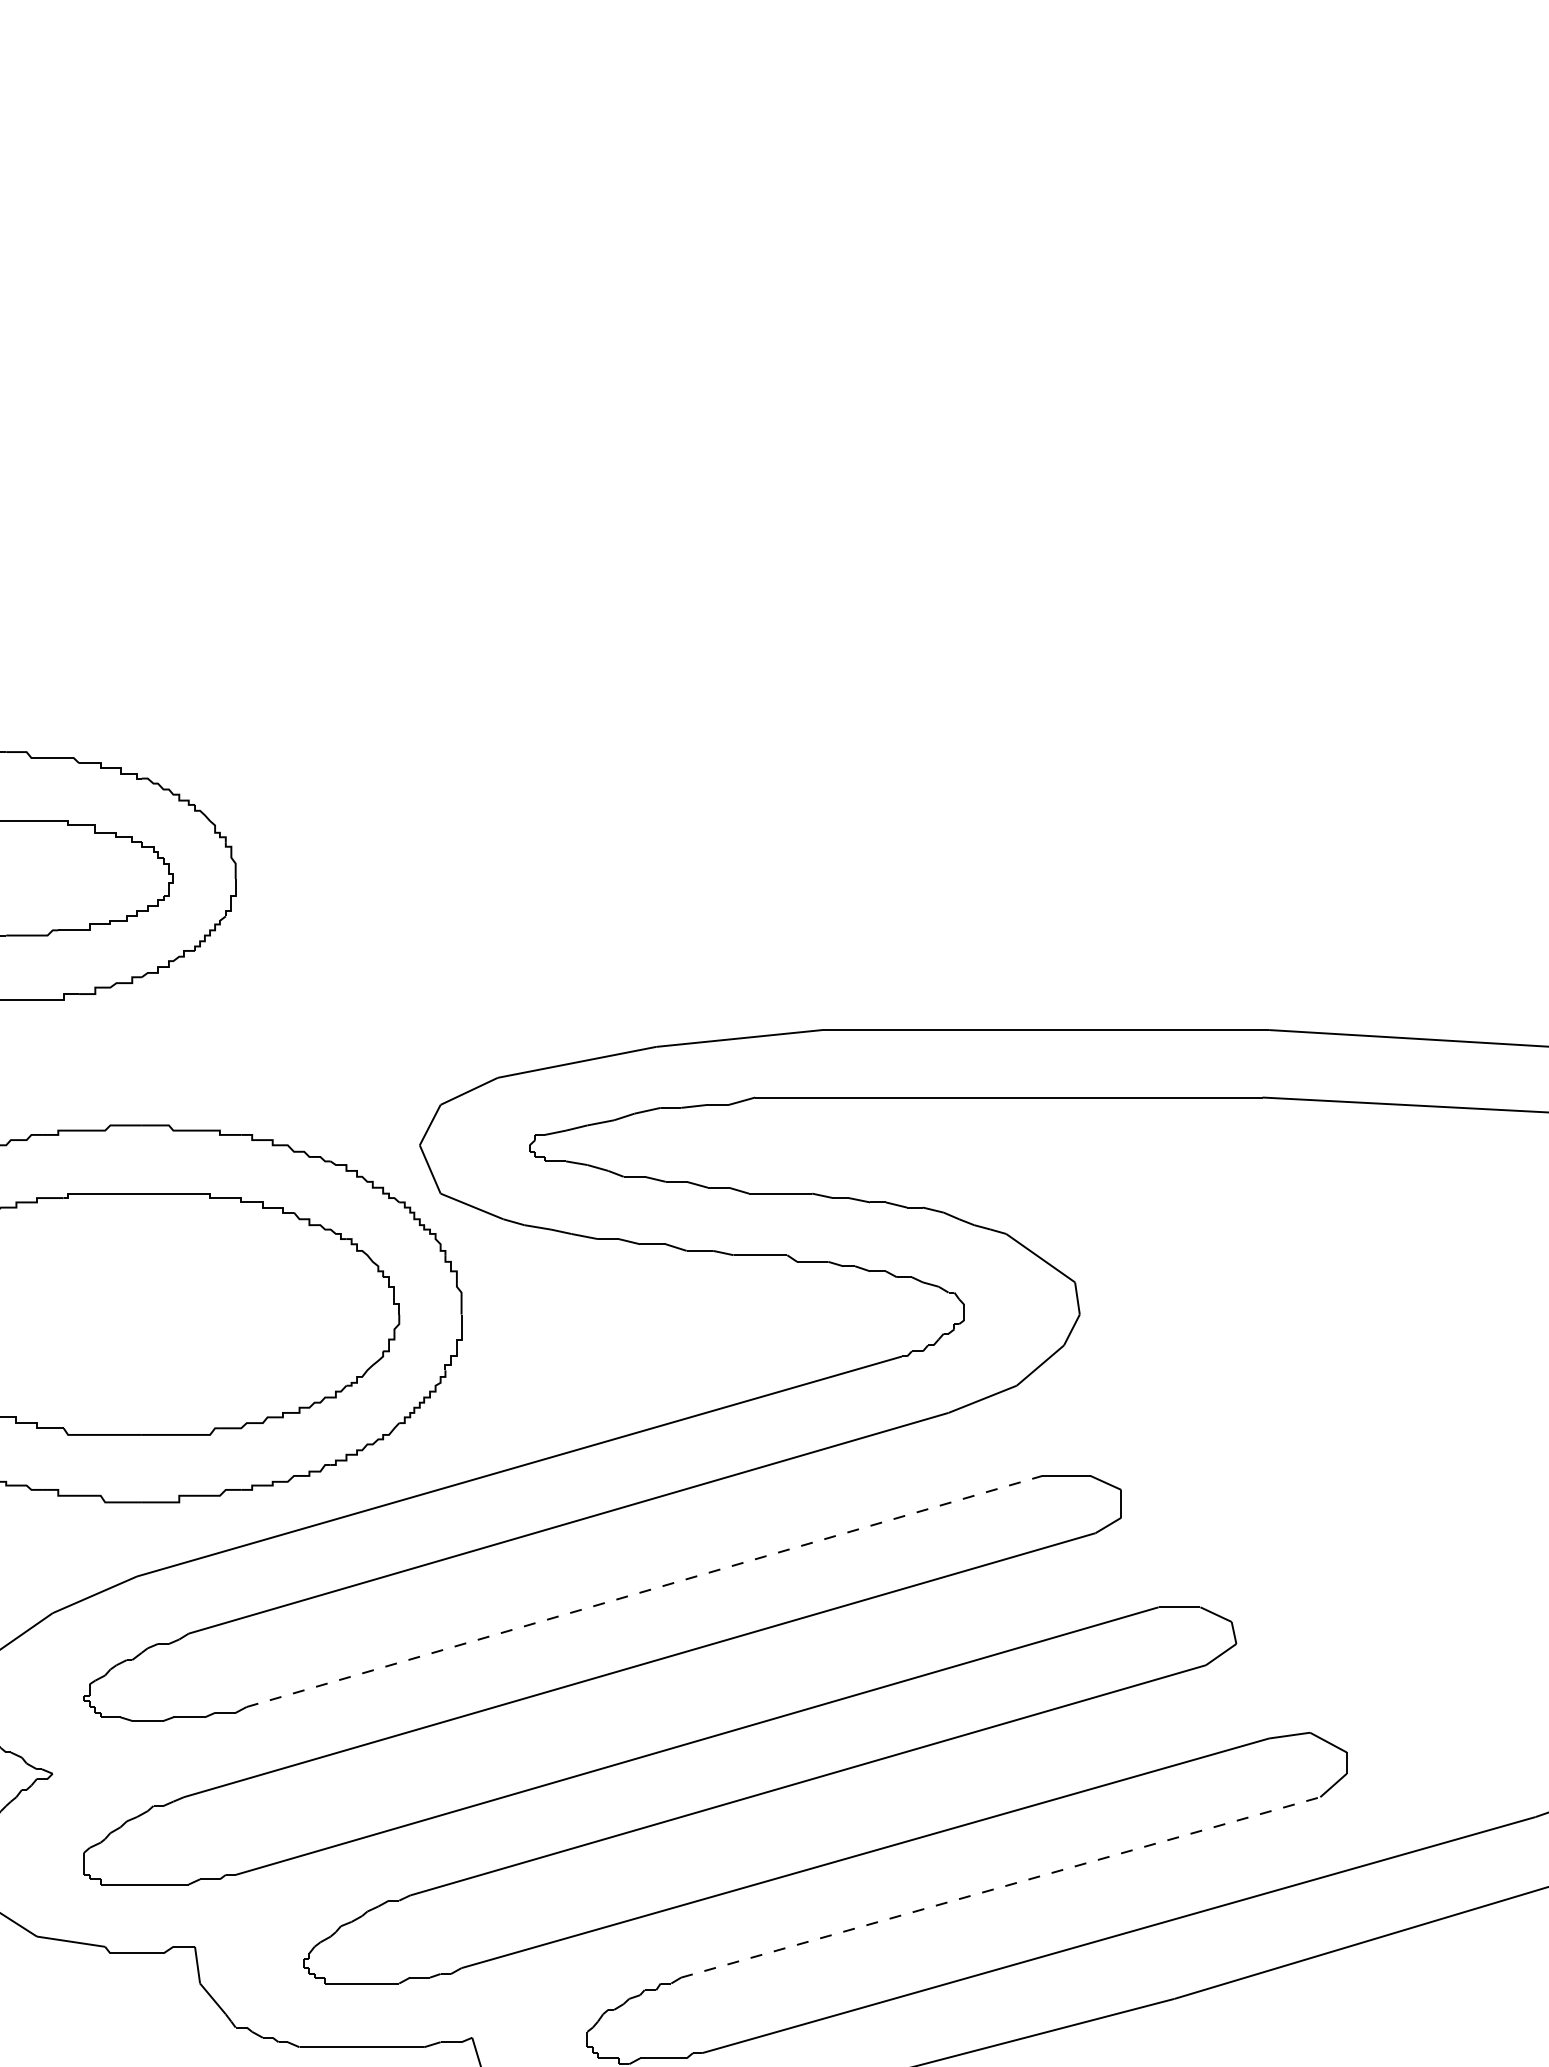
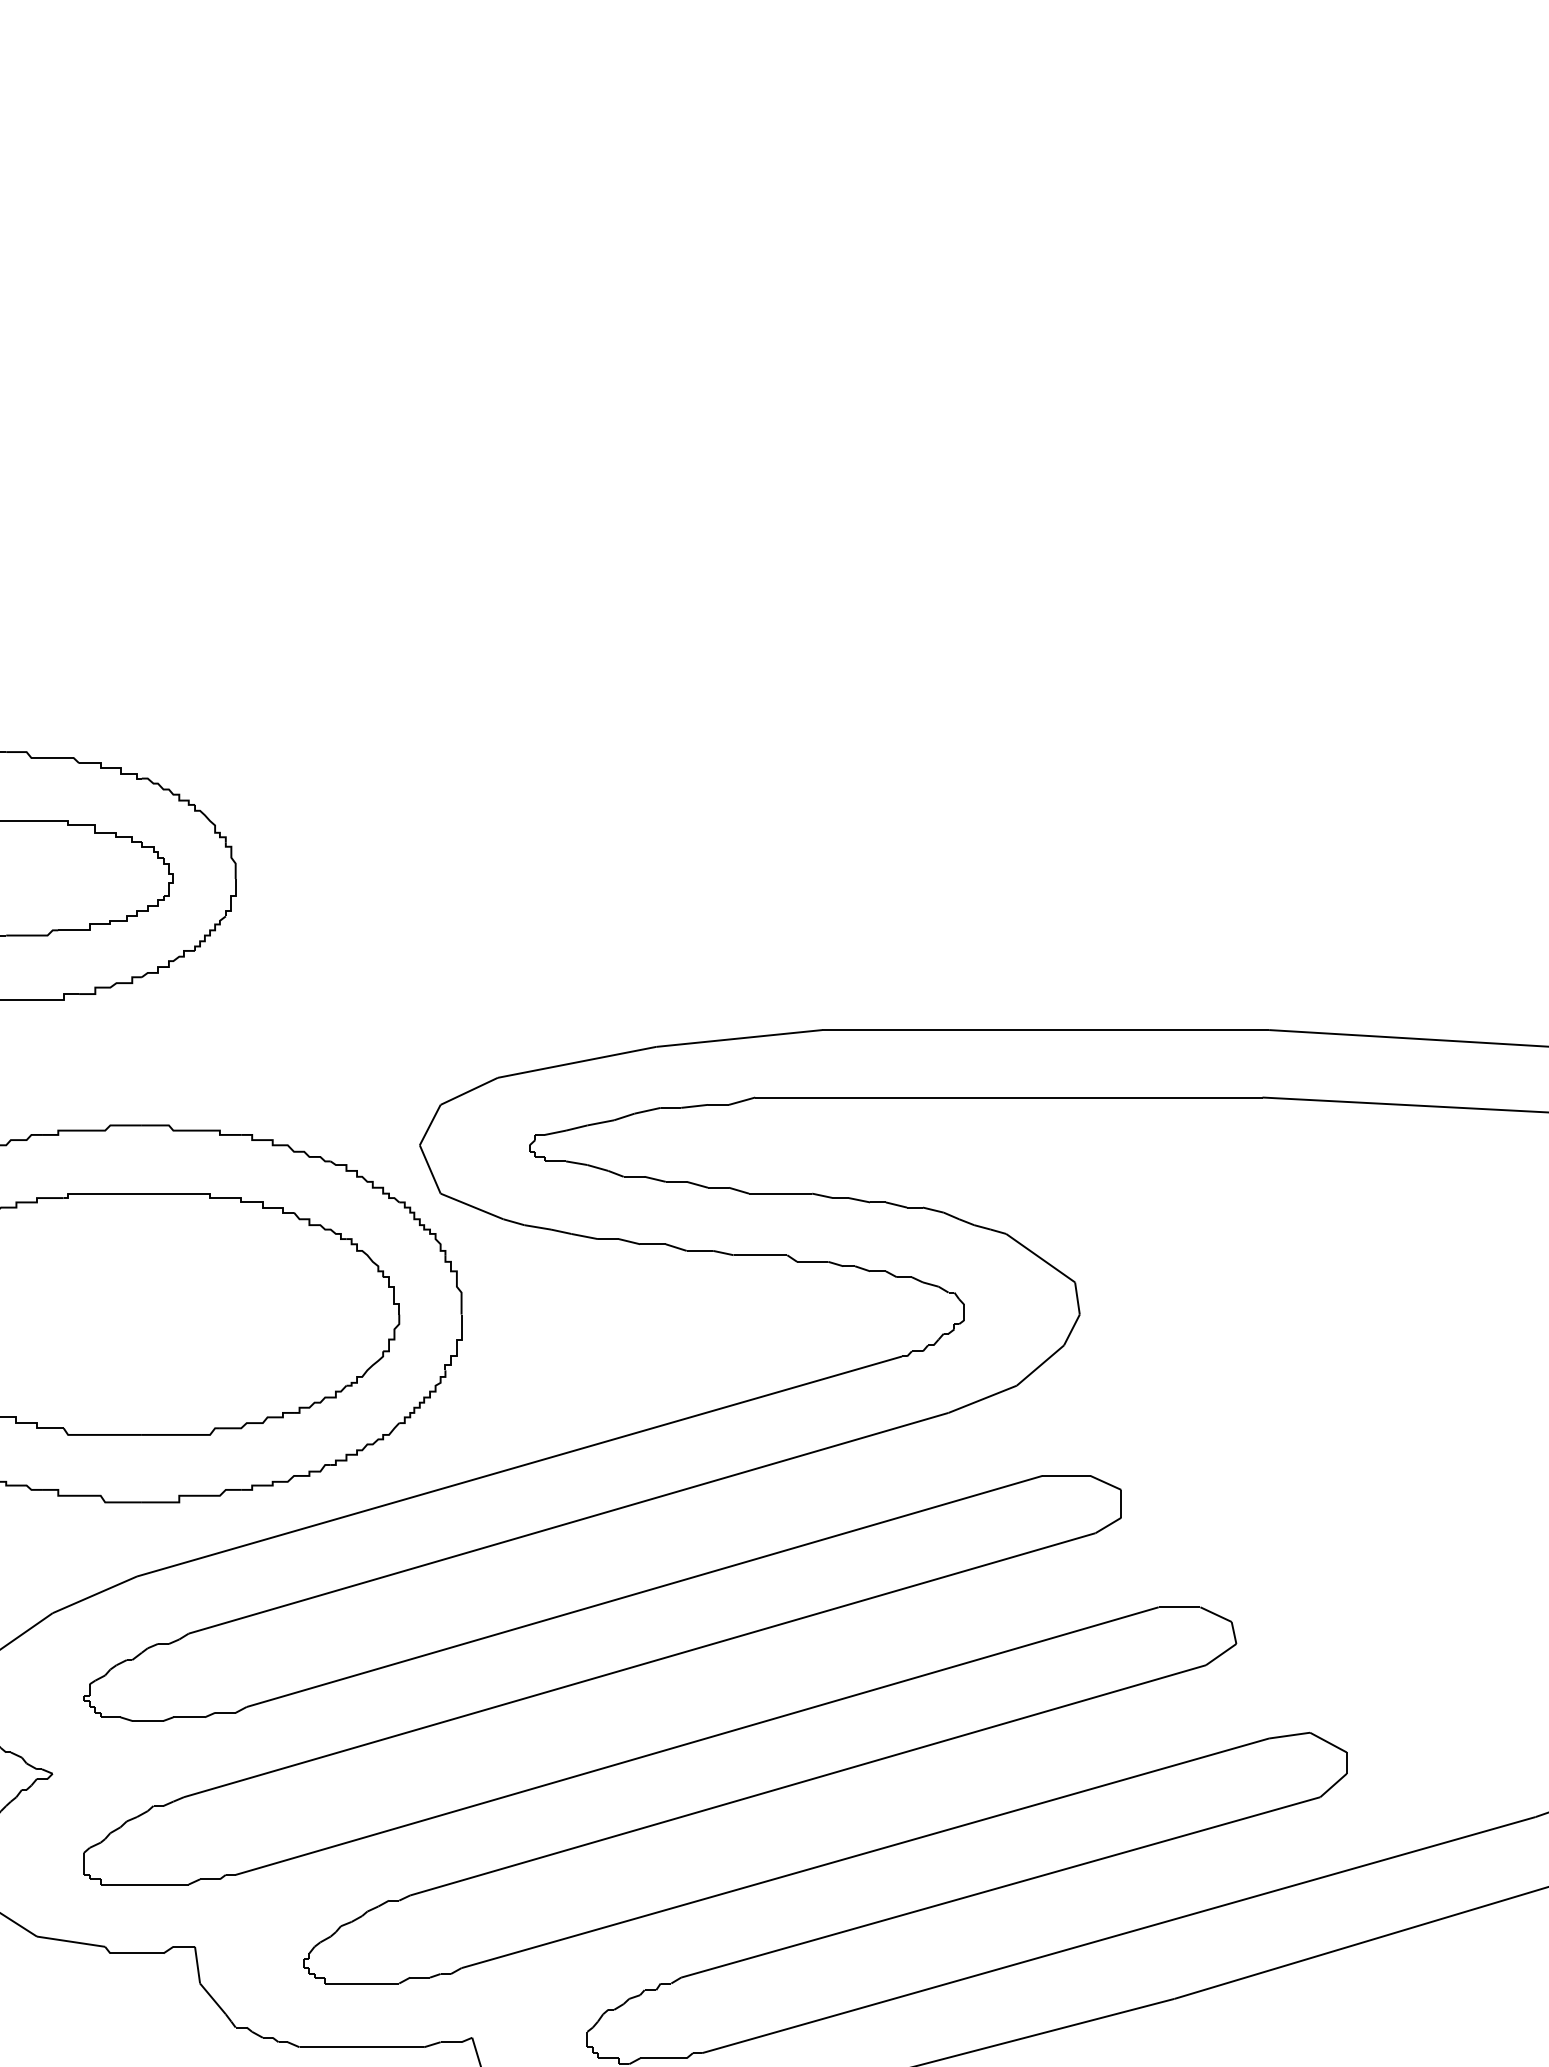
line at (645, 1591): dashed -> solid
line at (1001, 1887): dashed -> solid
